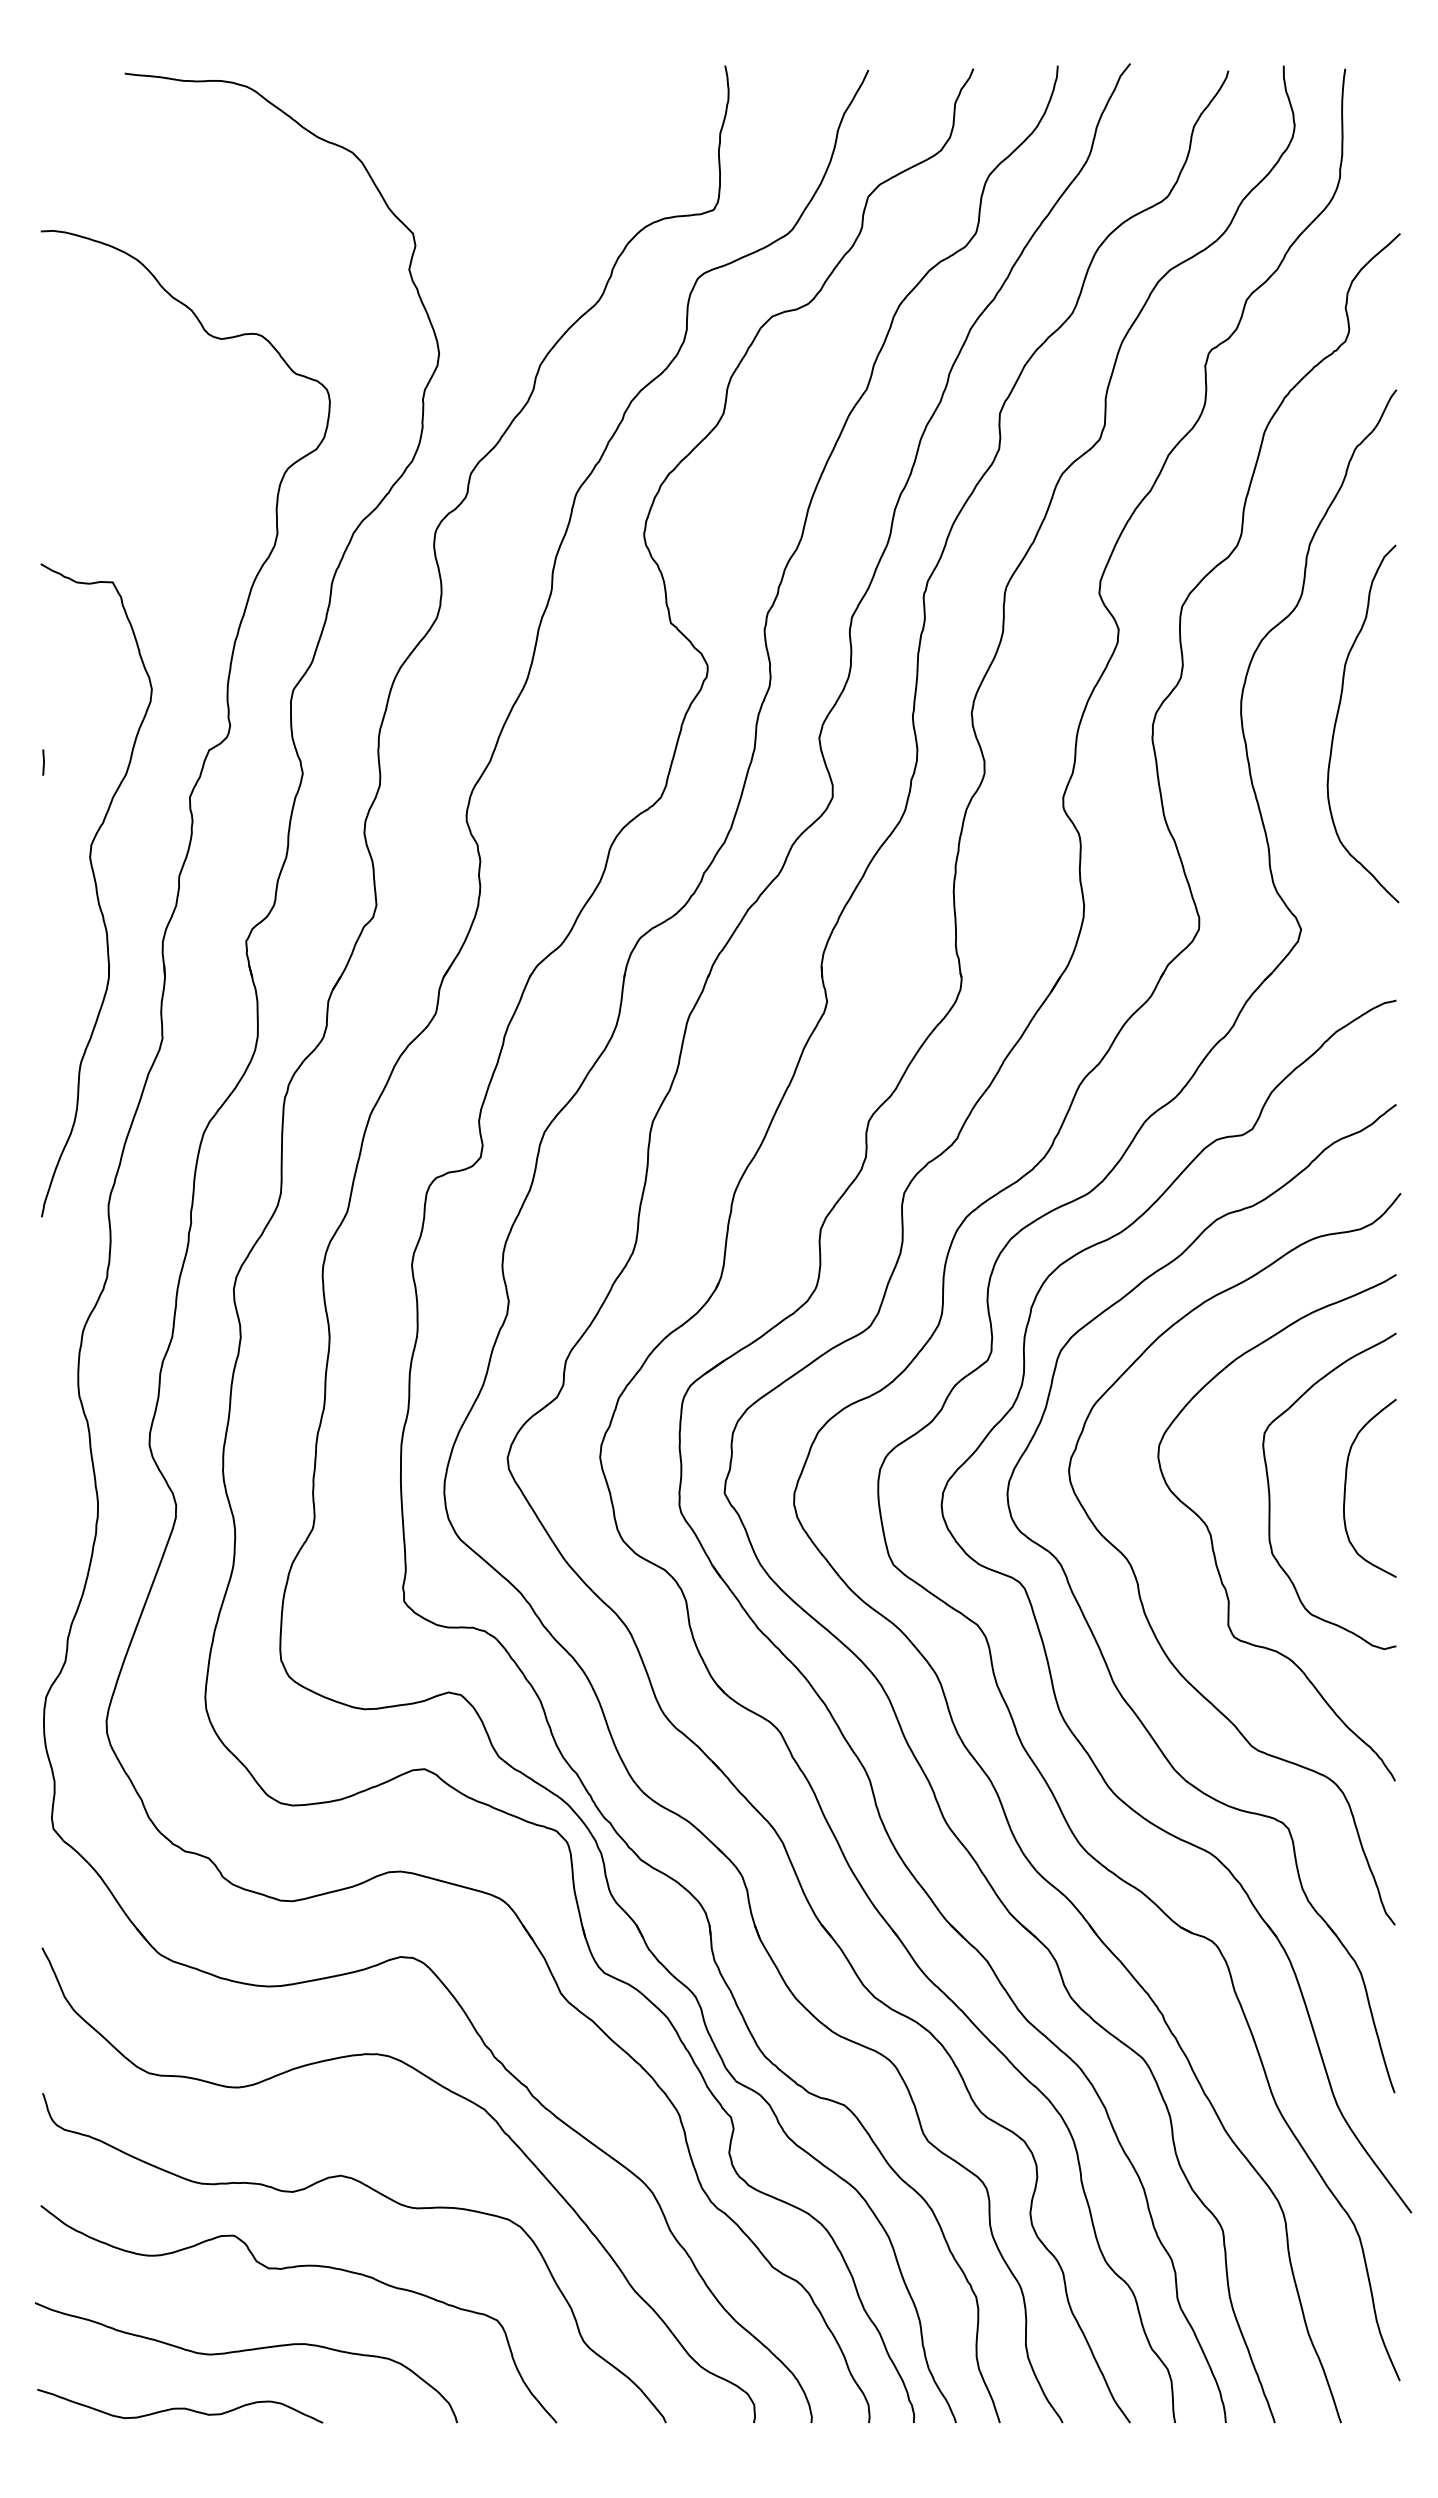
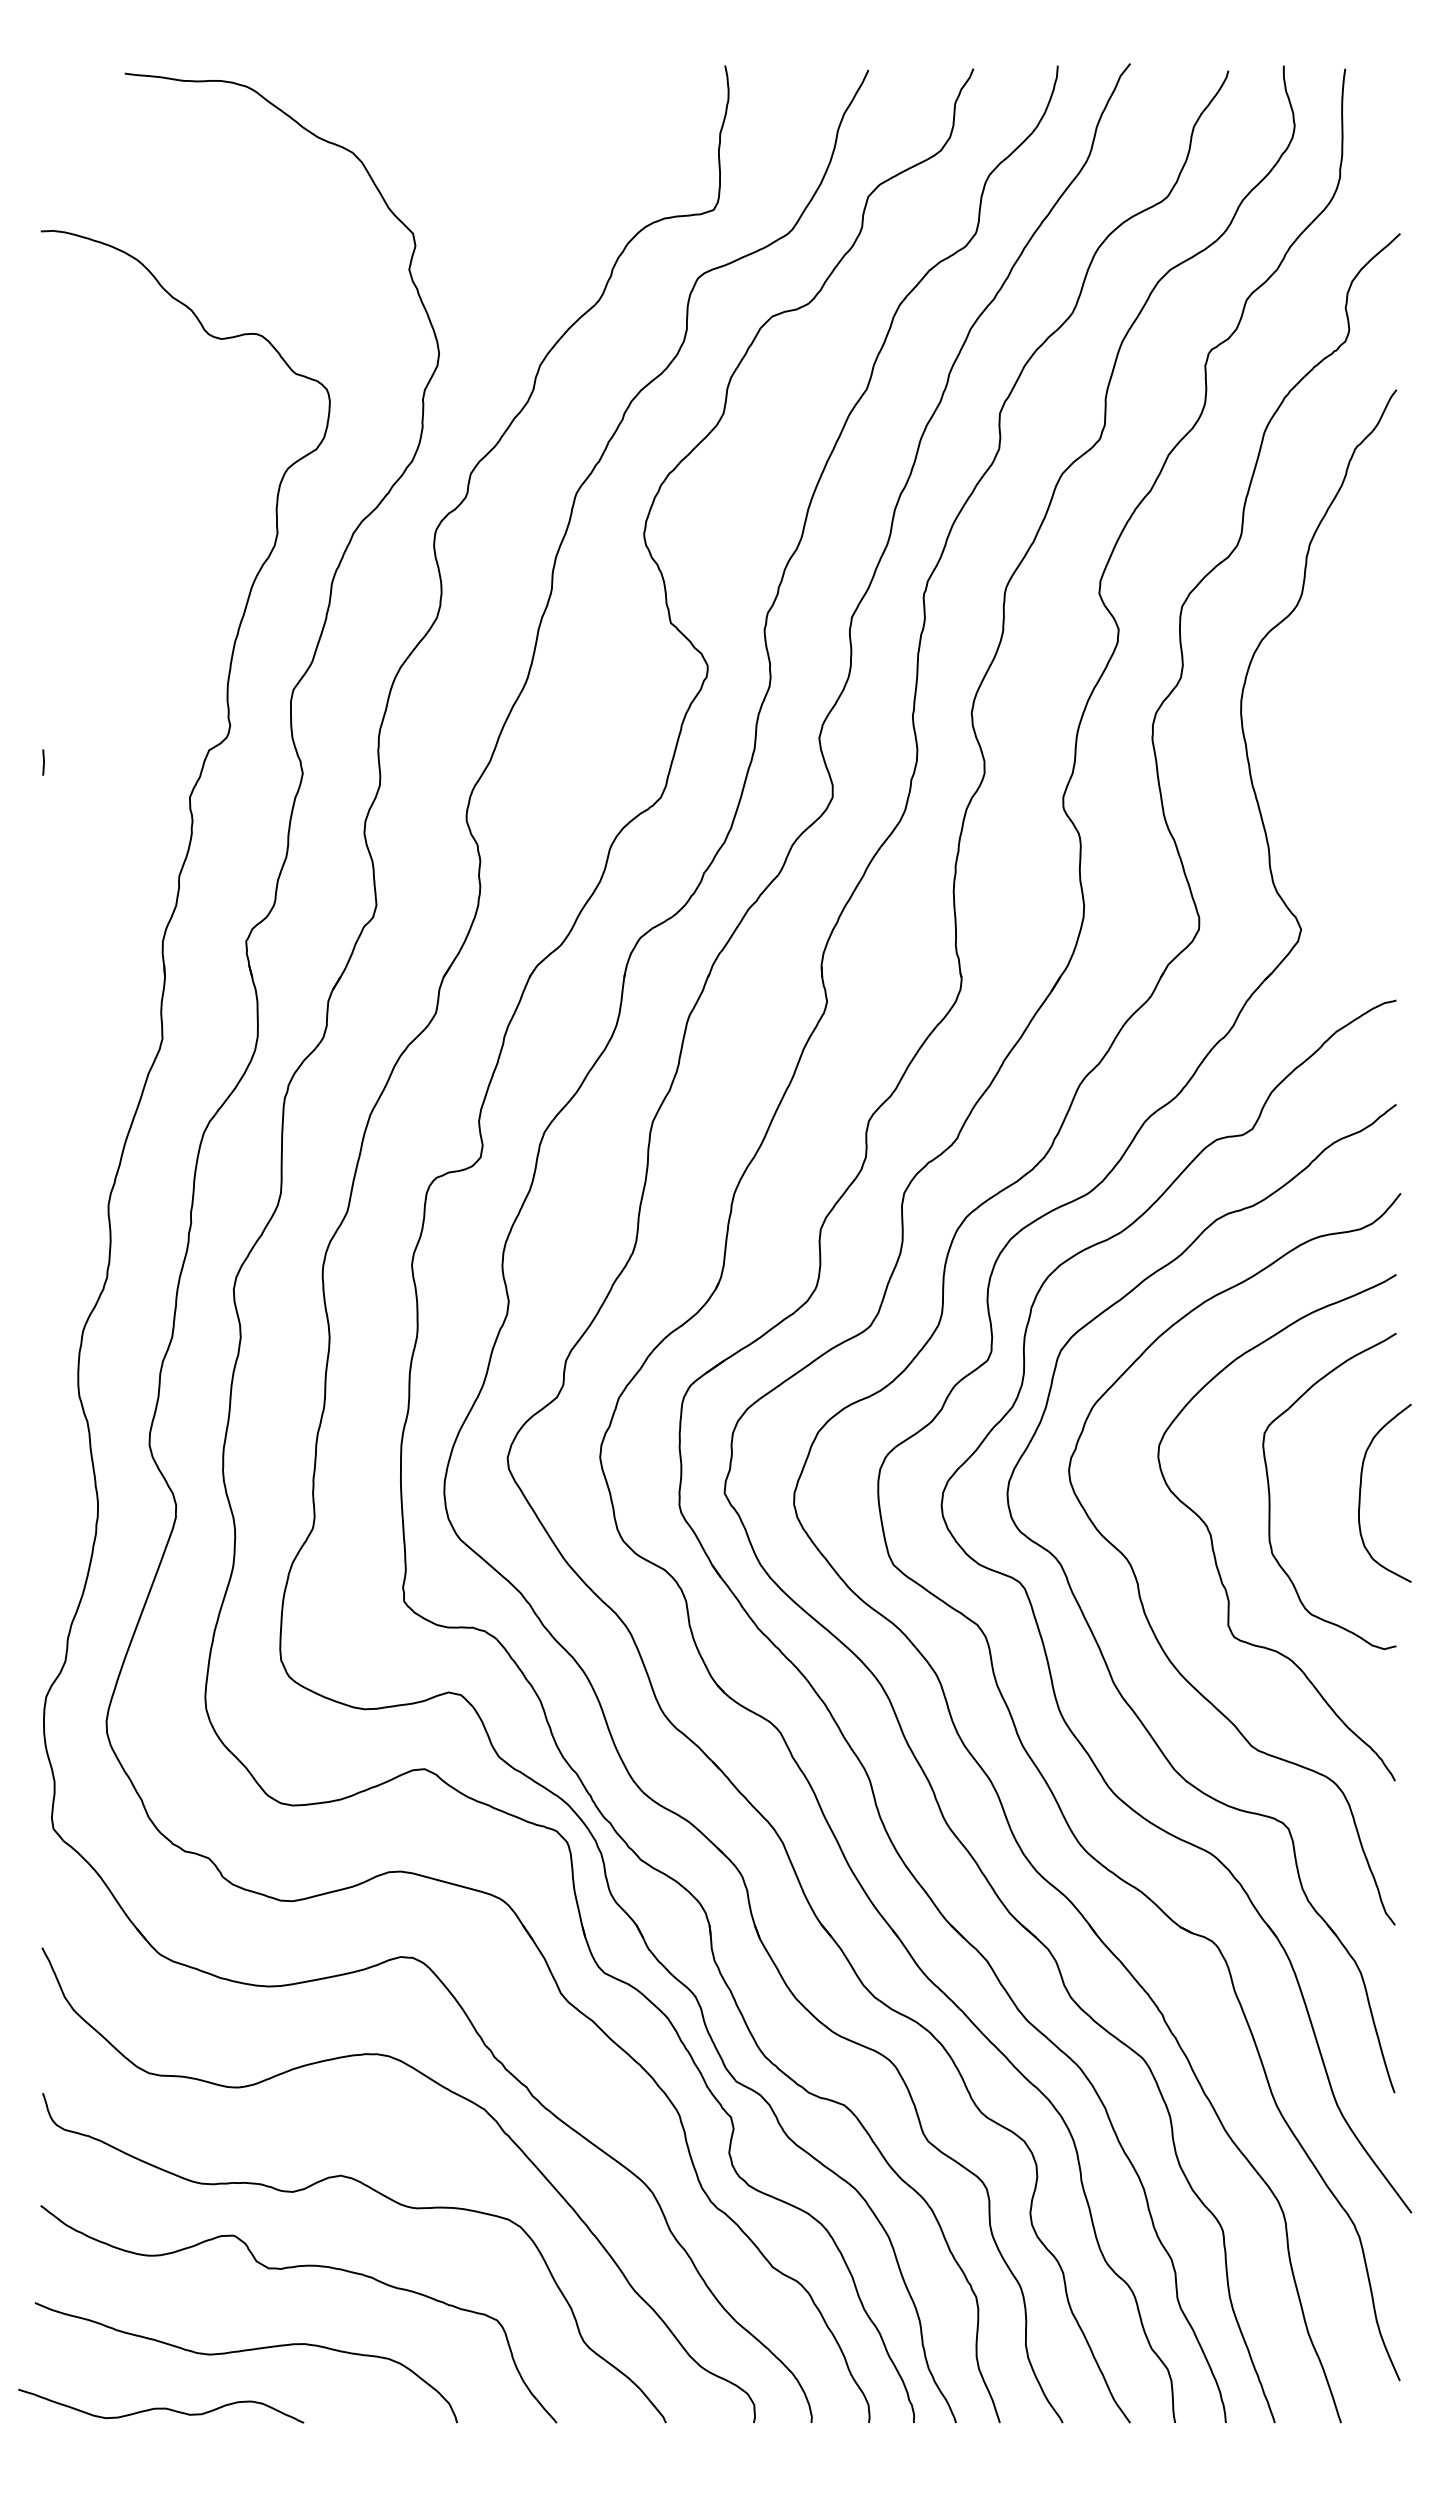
curve at (1338, 715): present -> none
part at (96, 890): present -> none
curve at (1346, 1485) position: (1346, 1485) -> (1361, 1490)
curve at (180, 2407) position: (180, 2407) -> (161, 2407)
